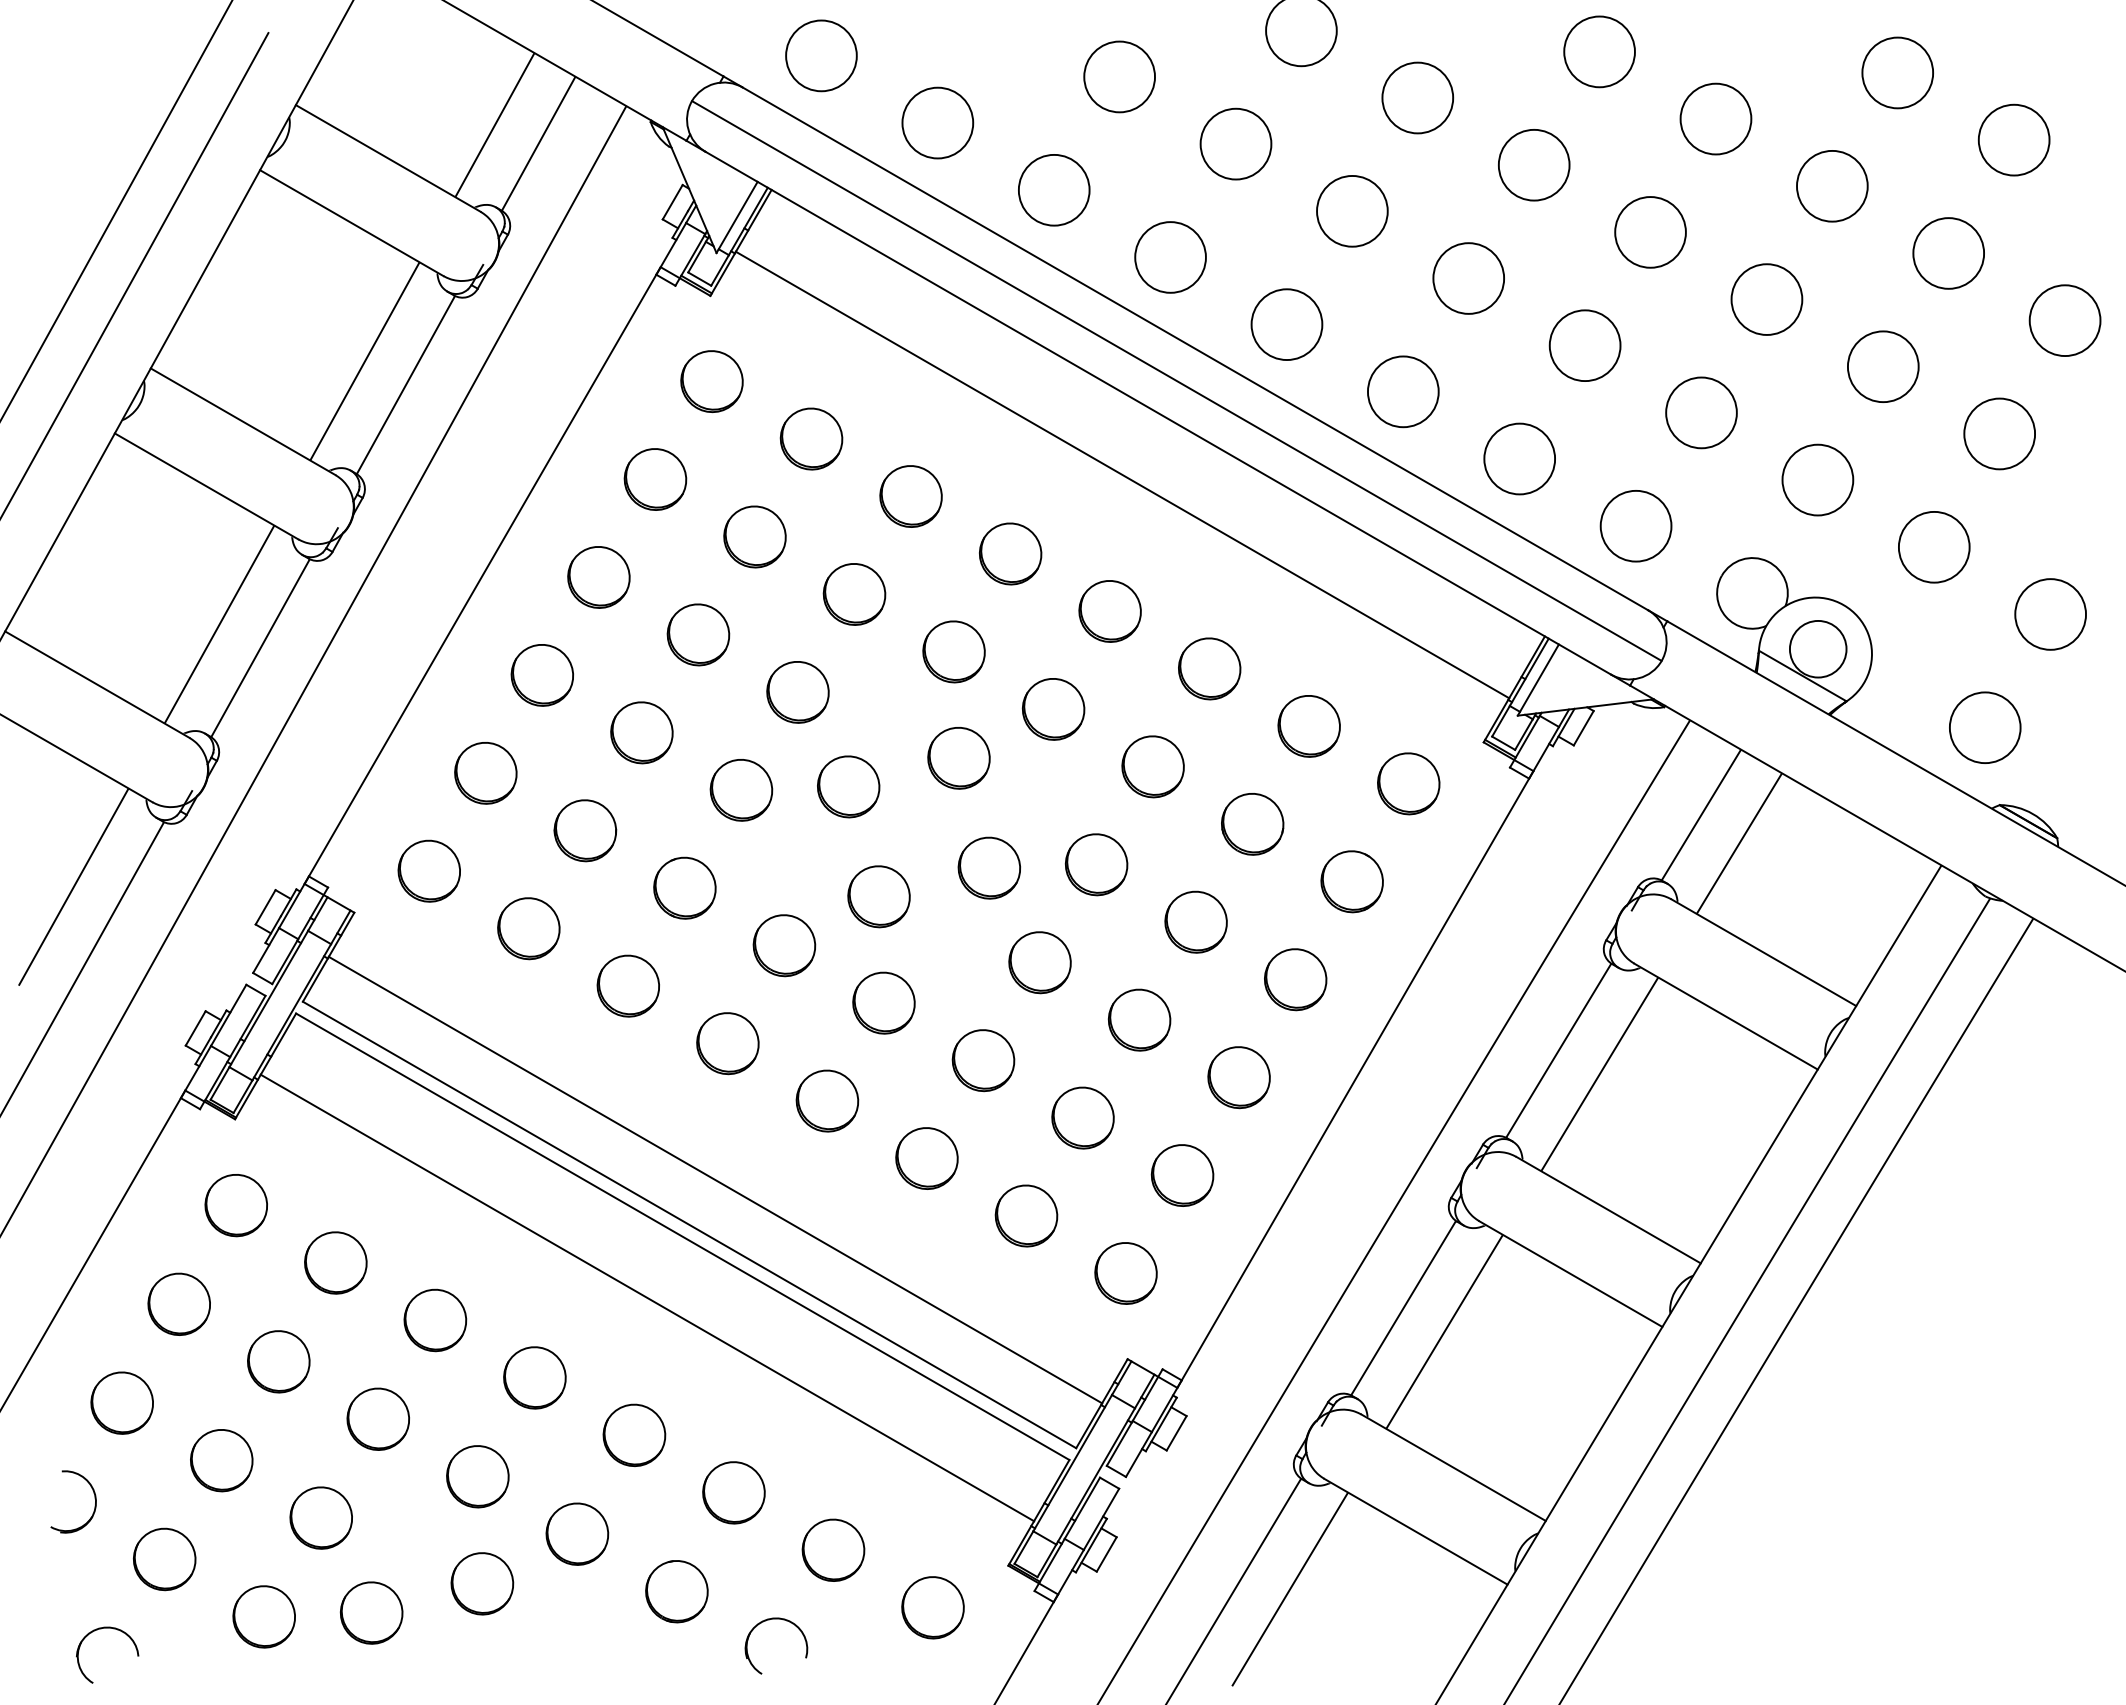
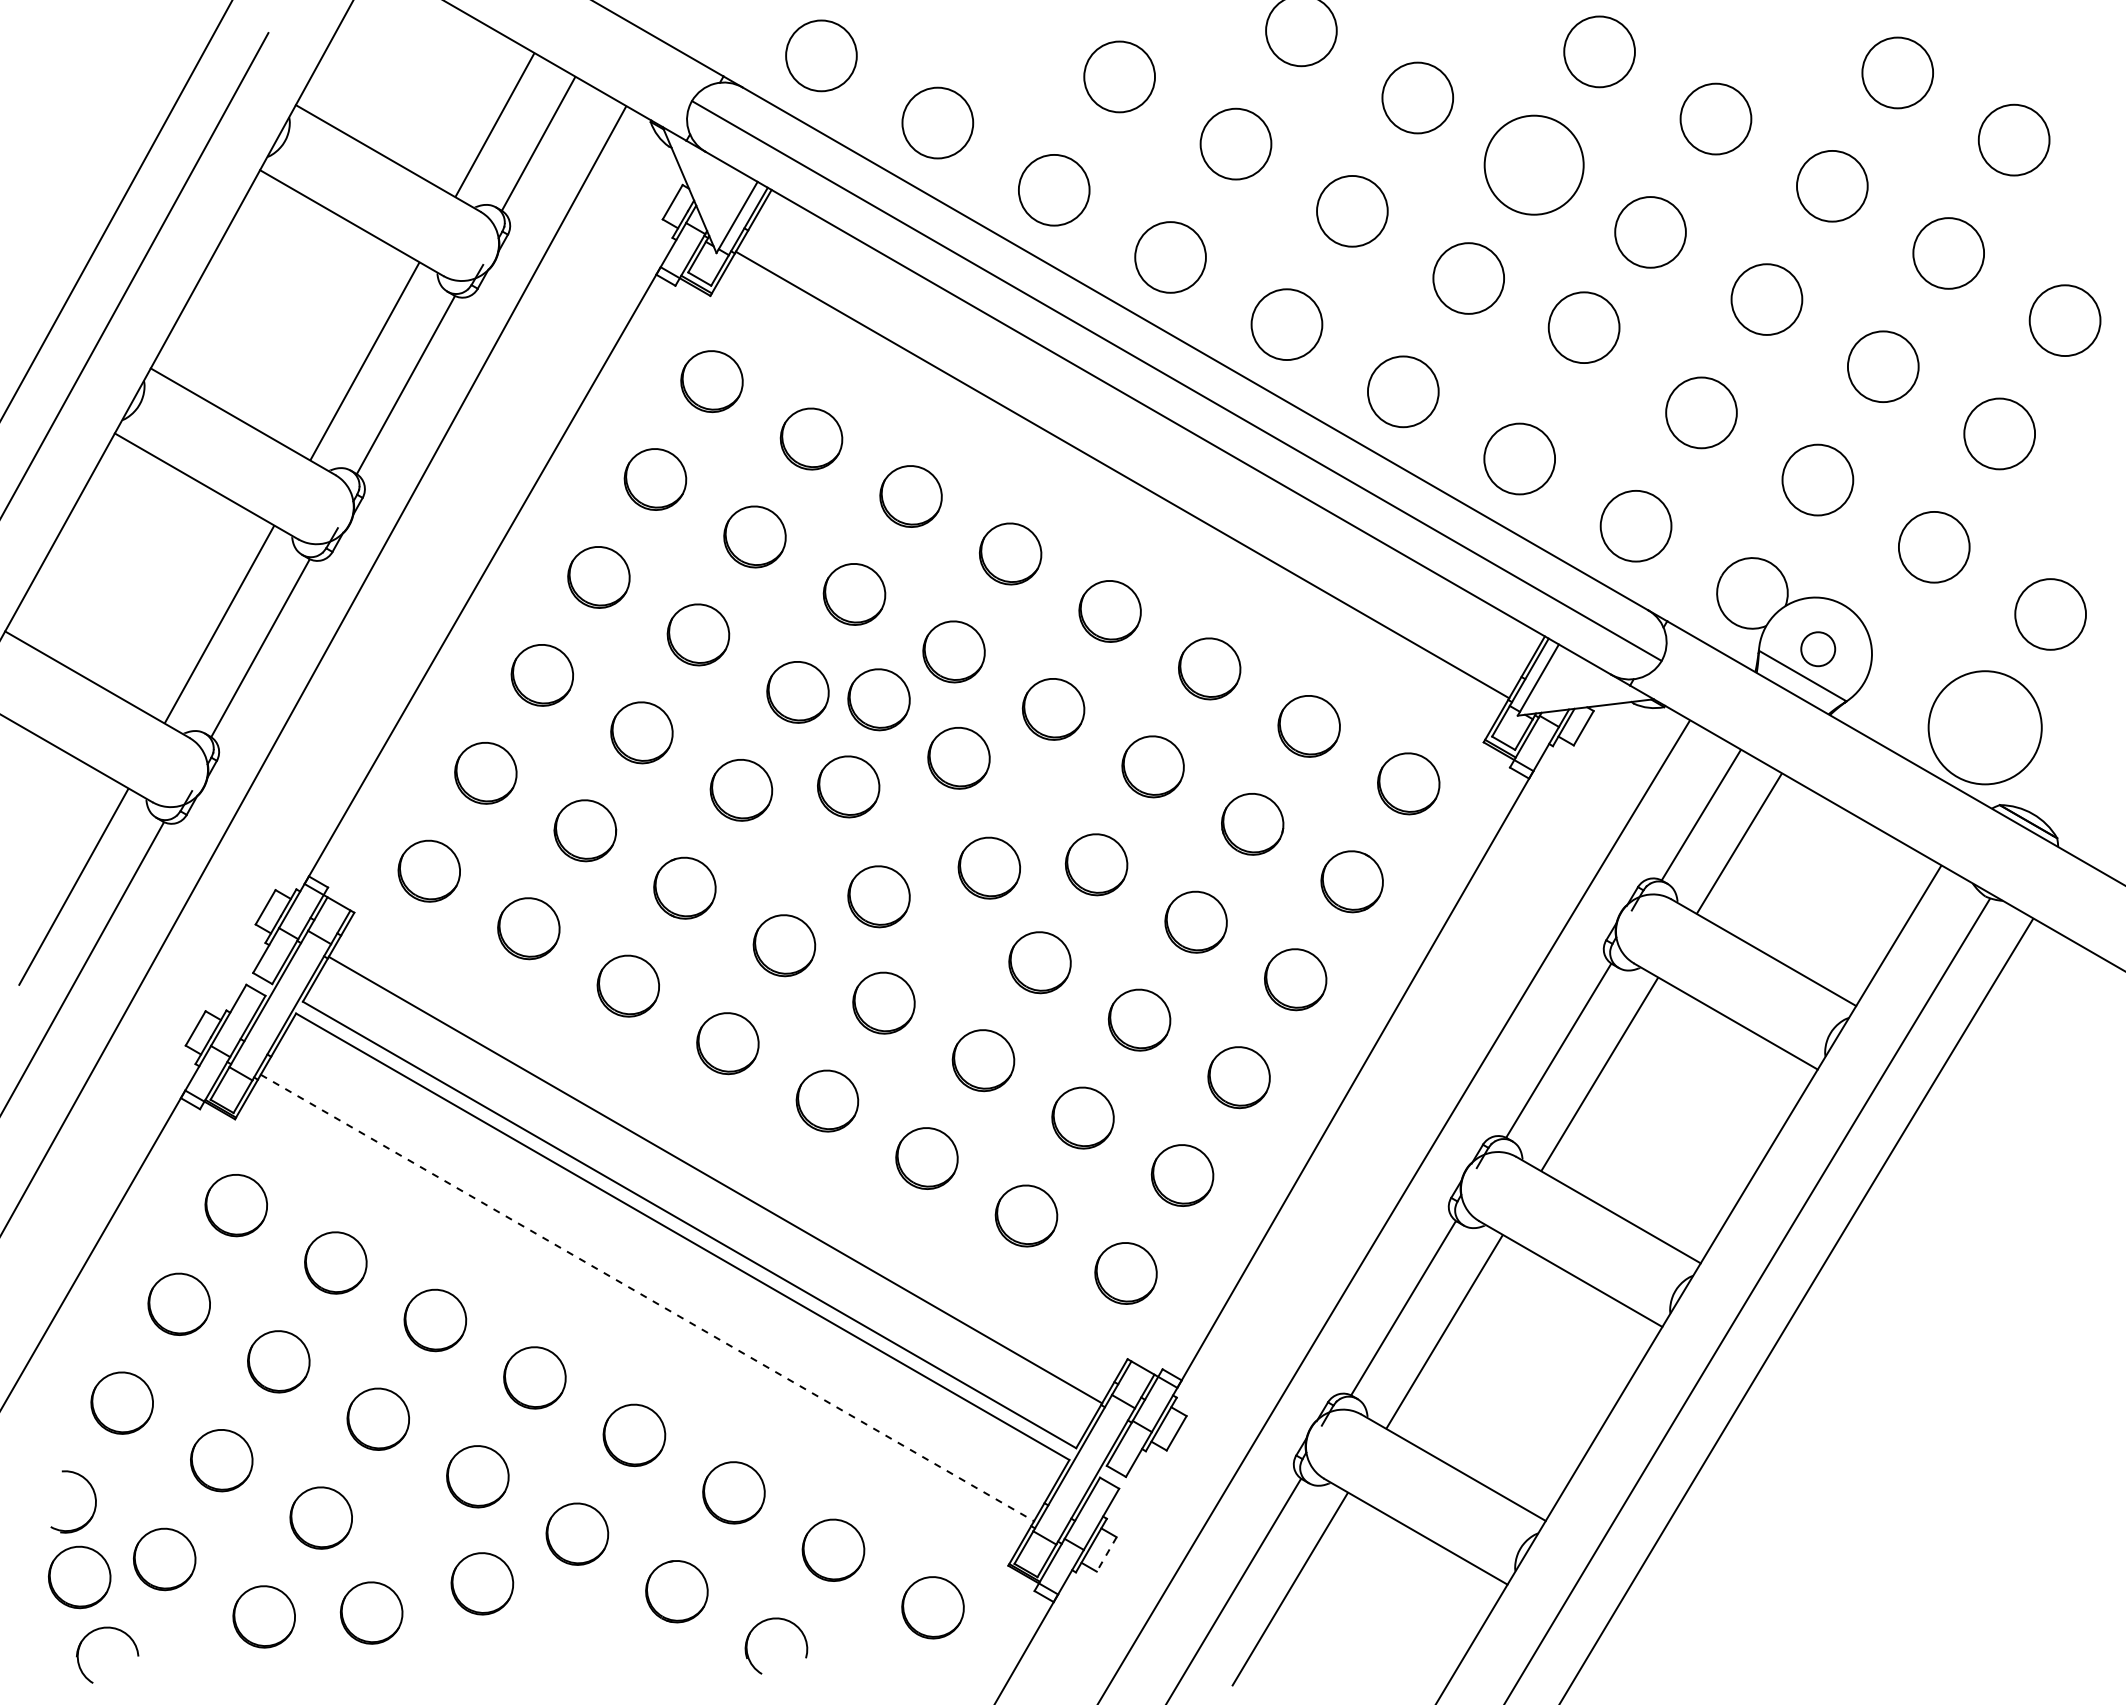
circle at (1533, 164) diameter: 71 px -> 99 px
circle at (1584, 345) position: (1584, 345) -> (1583, 327)
circle at (1817, 648) diameter: 57 px -> 34 px
part at (878, 699): none -> present
circle at (1984, 727) diameter: 71 px -> 113 px
line at (647, 1298): solid -> dashed
line at (1106, 1554): solid -> dashed
part at (79, 1577): none -> present
